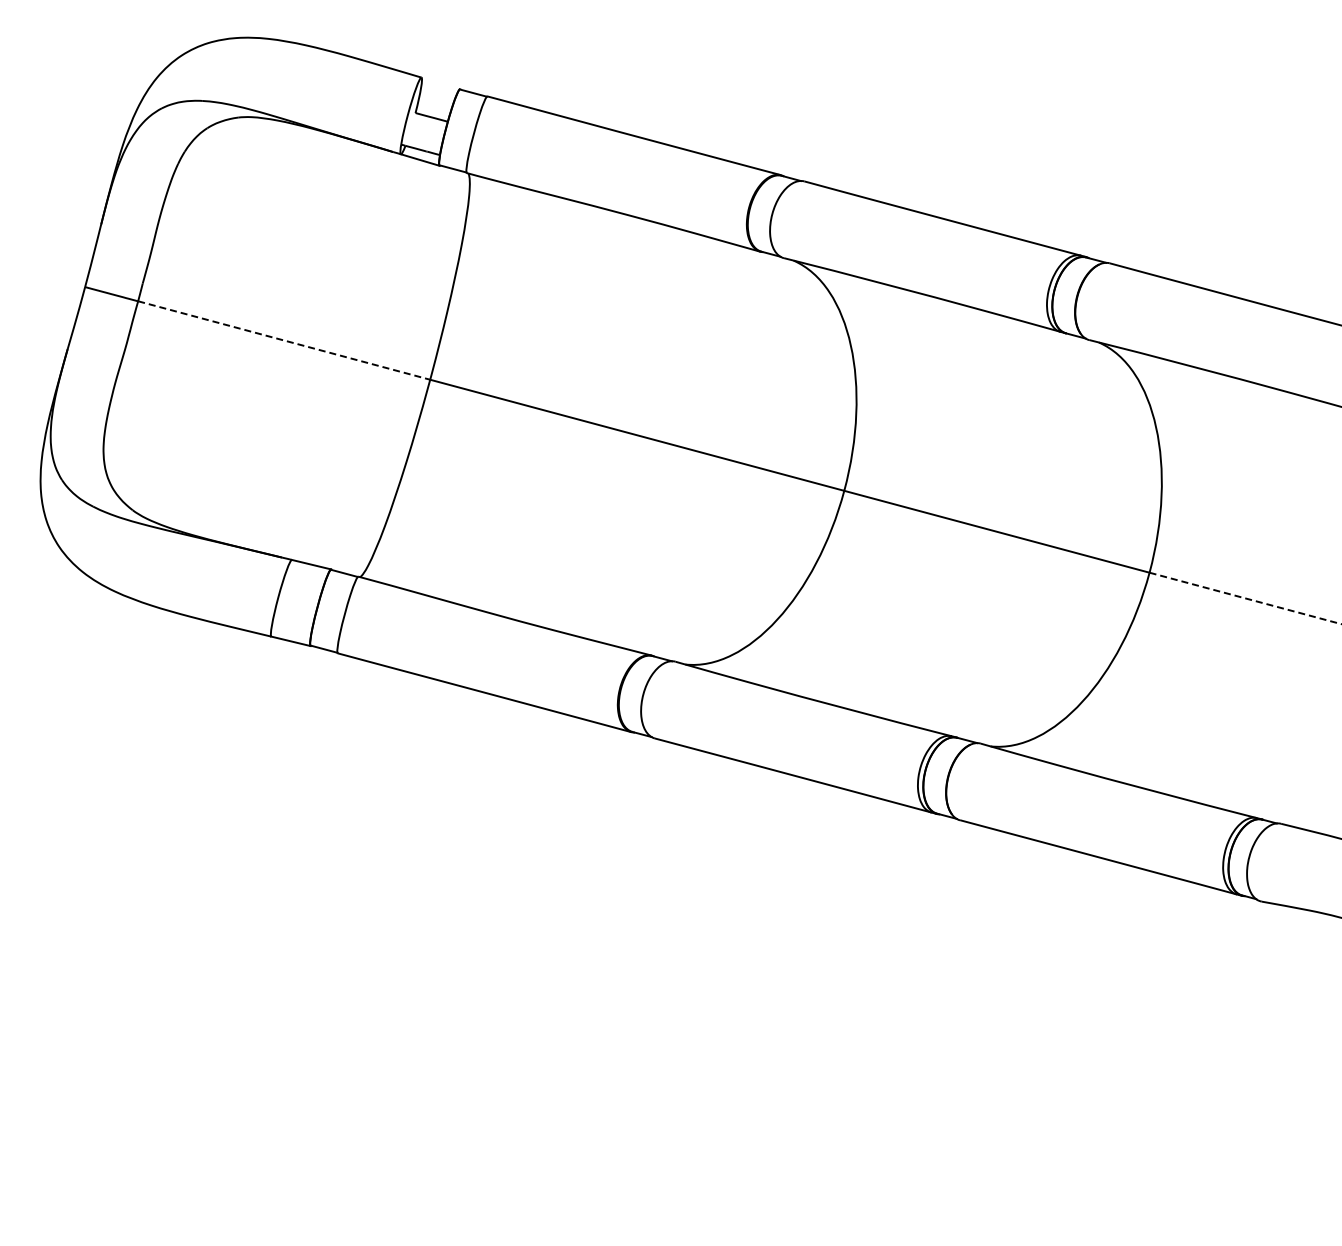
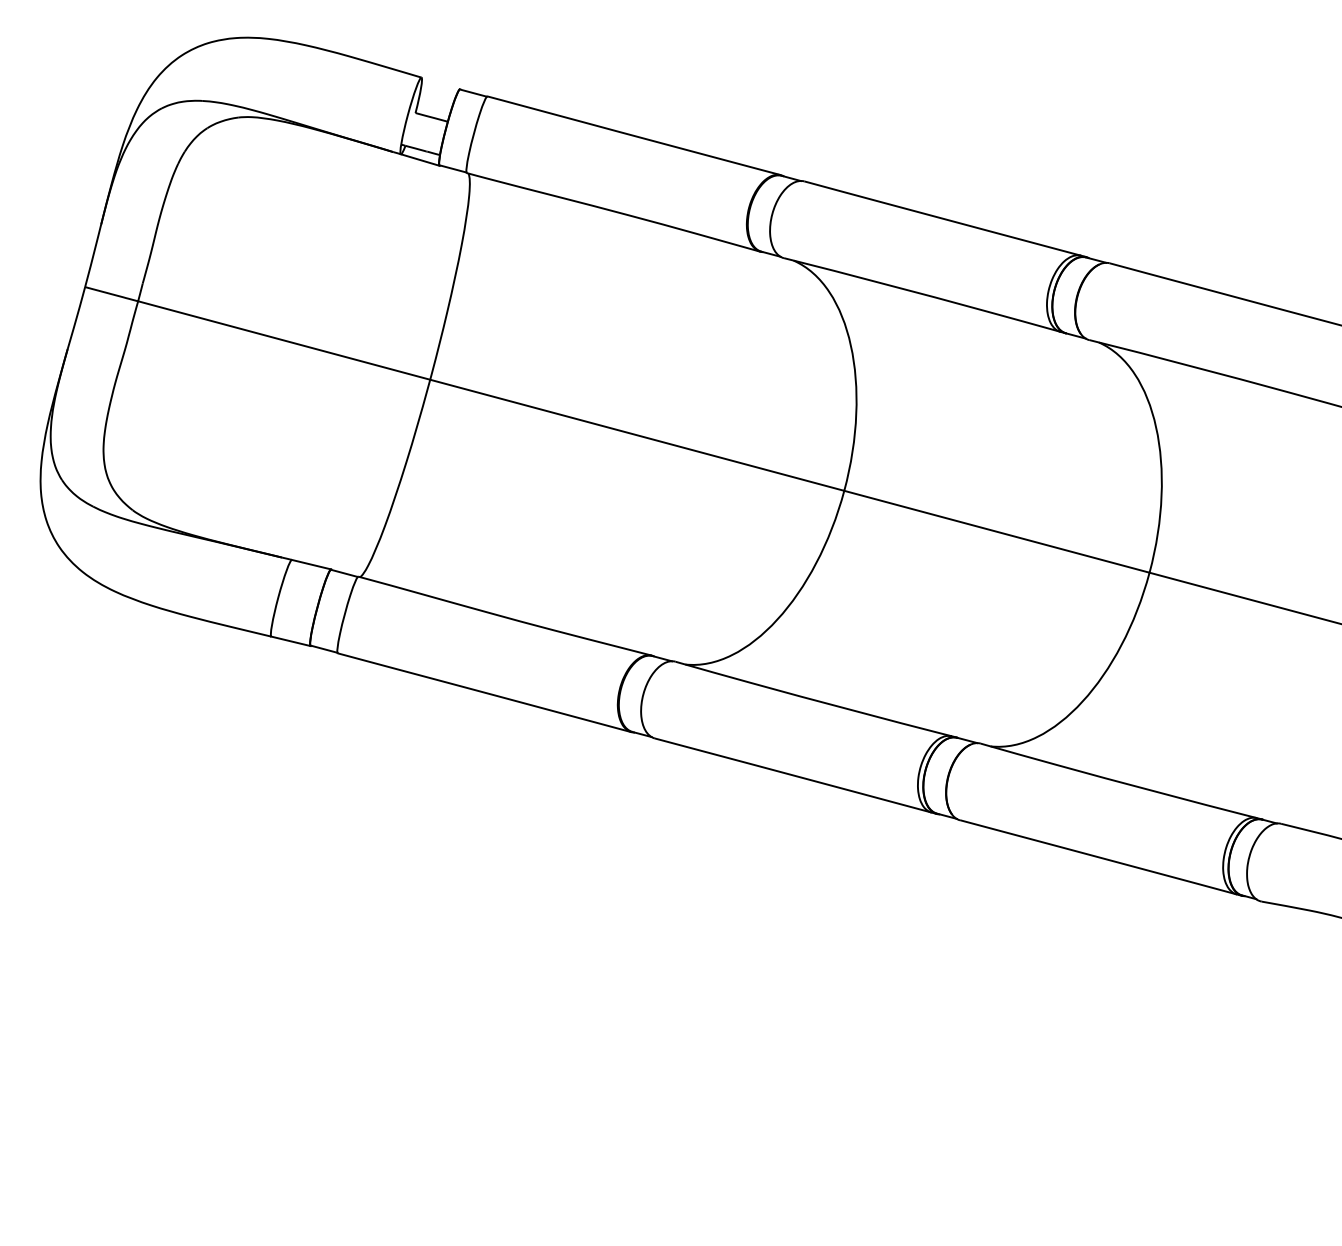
line at (284, 340): dashed -> solid
line at (1245, 598): dashed -> solid
